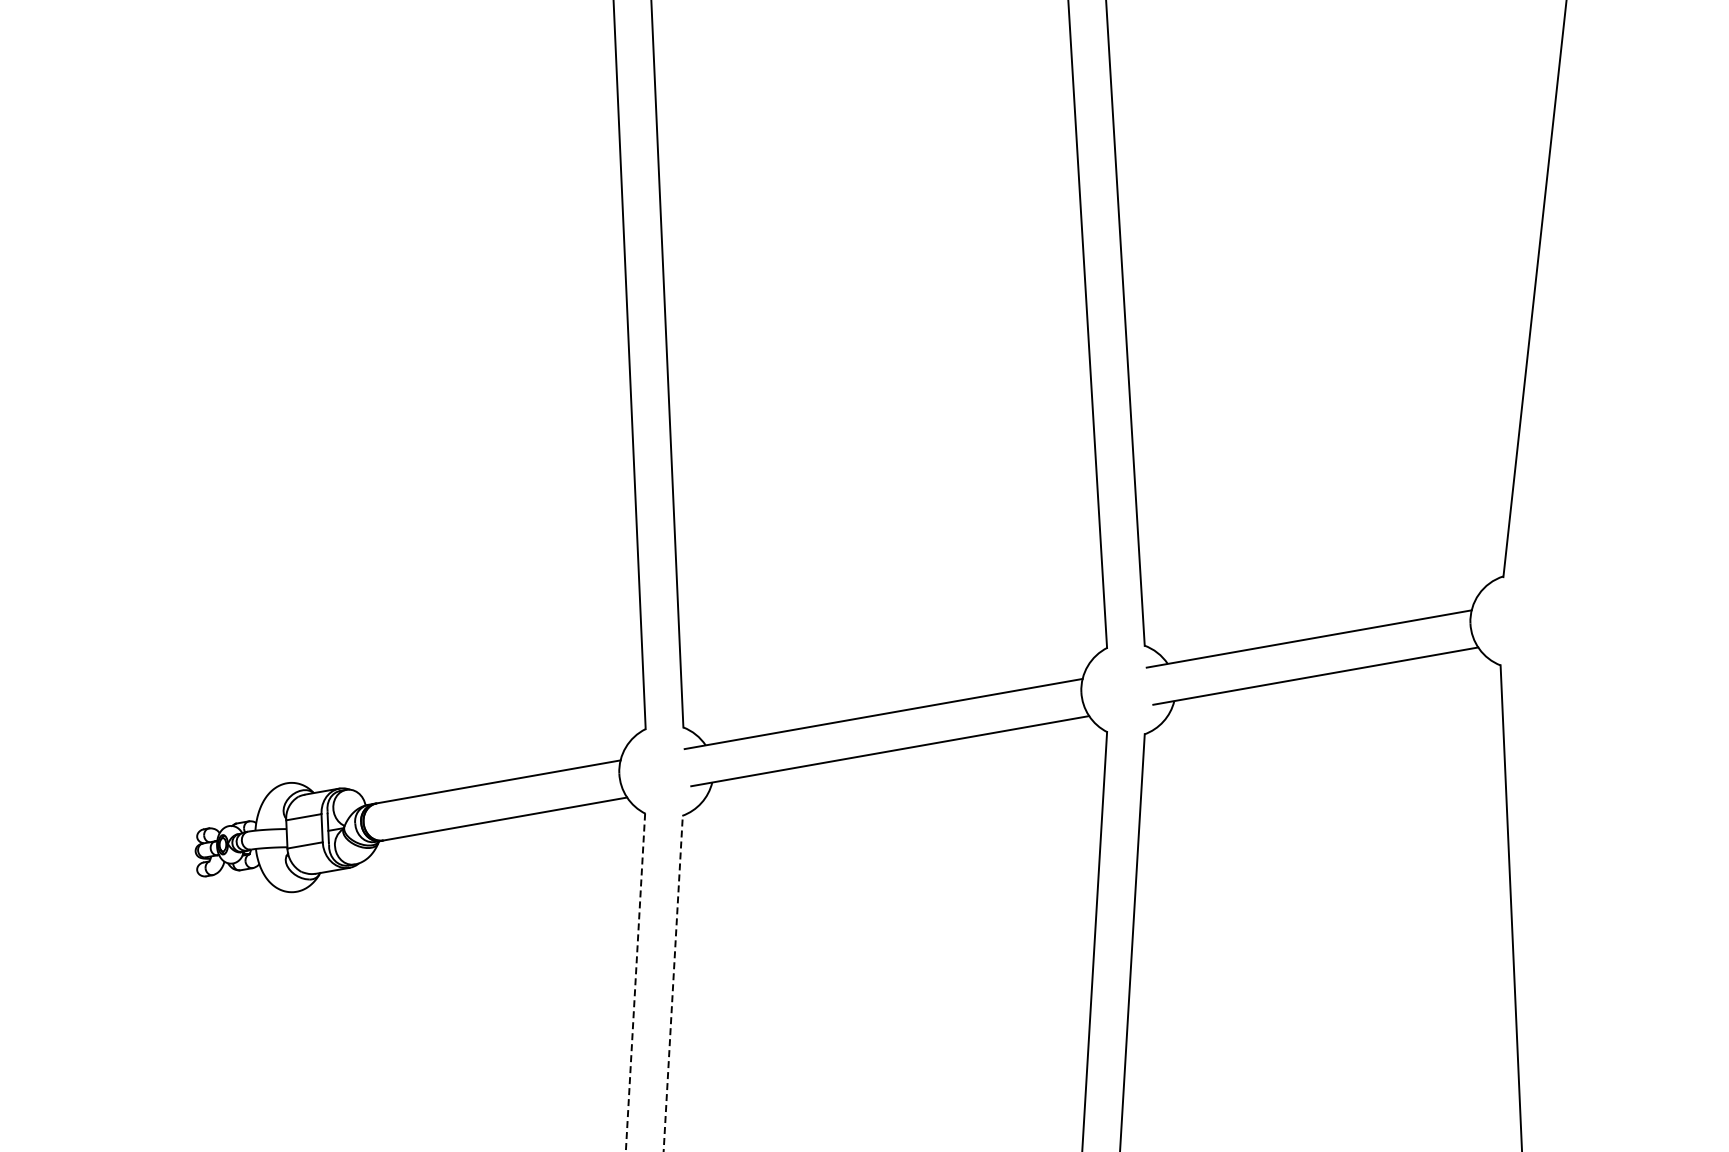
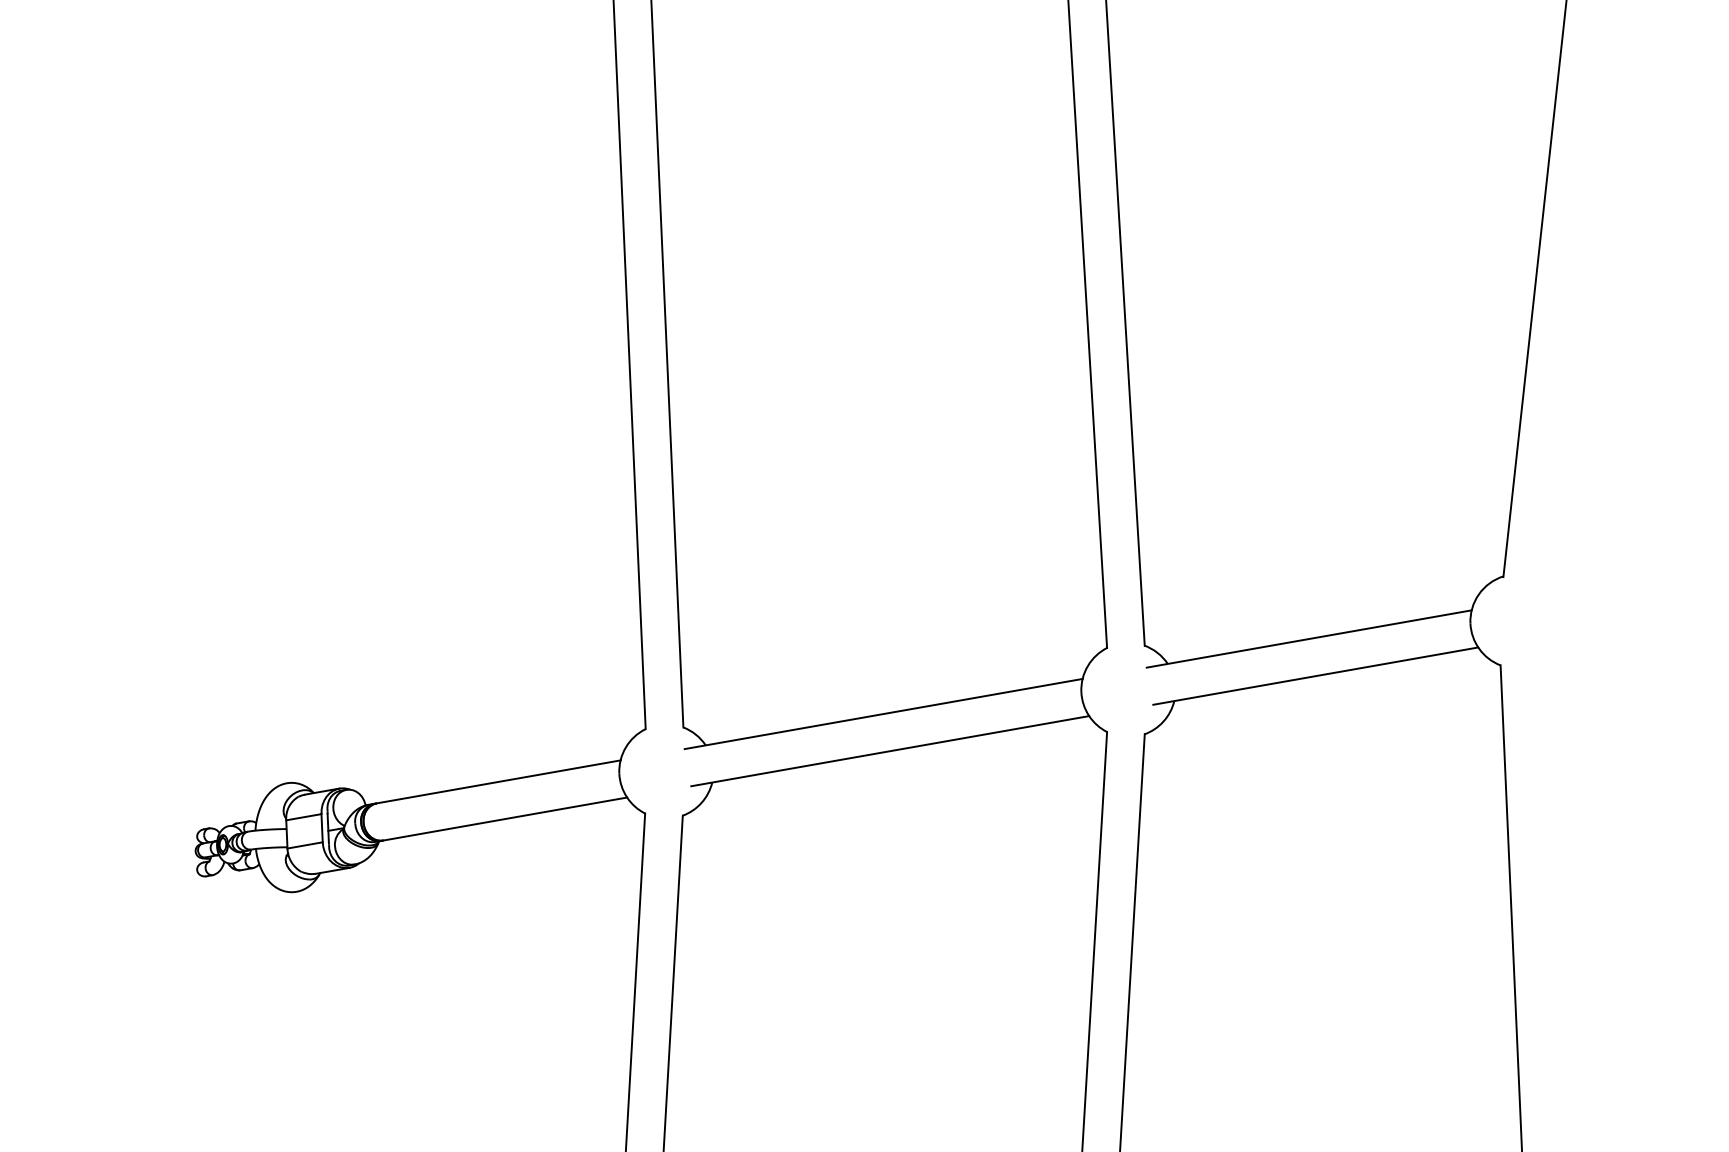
line at (635, 983): dashed -> solid
line at (673, 983): dashed -> solid
